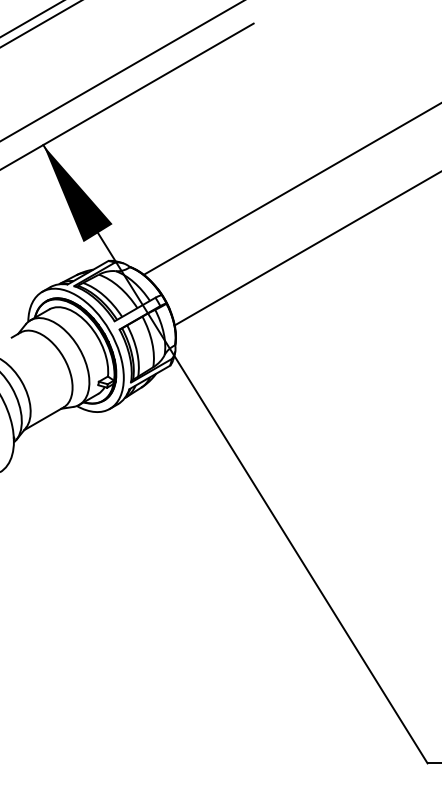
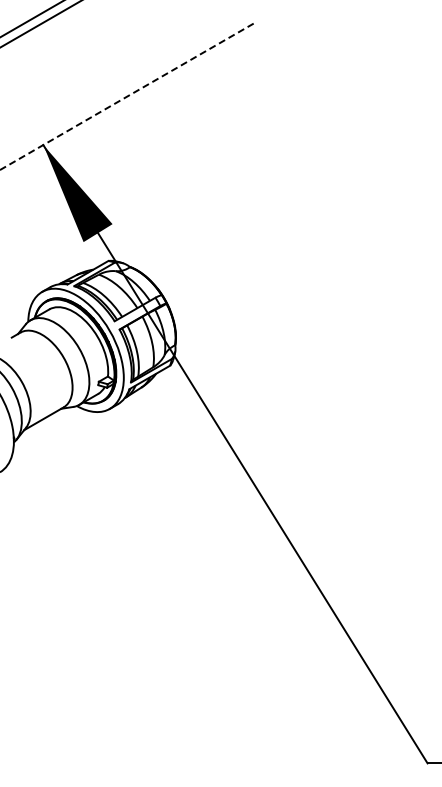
line at (121, 70): present -> none
line at (126, 97): solid -> dashed
line at (290, 189): present -> none
line at (306, 249): present -> none
